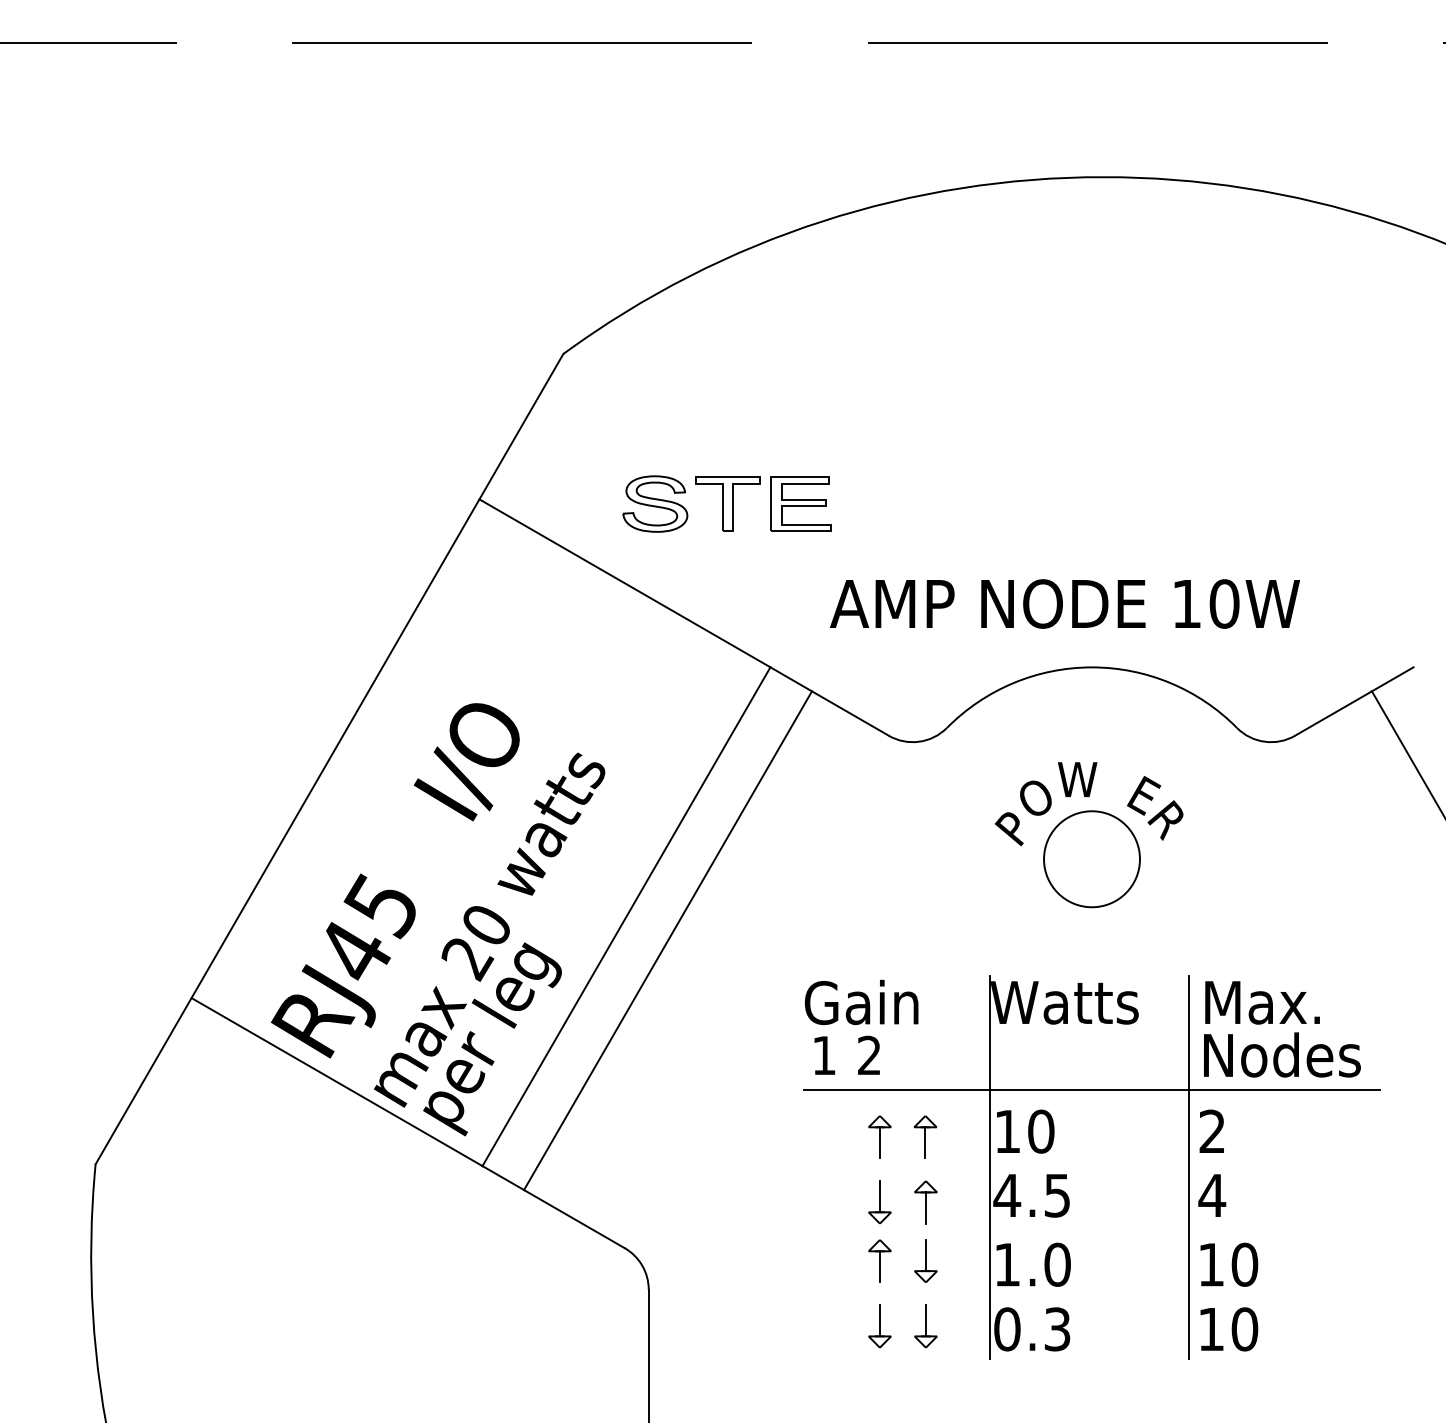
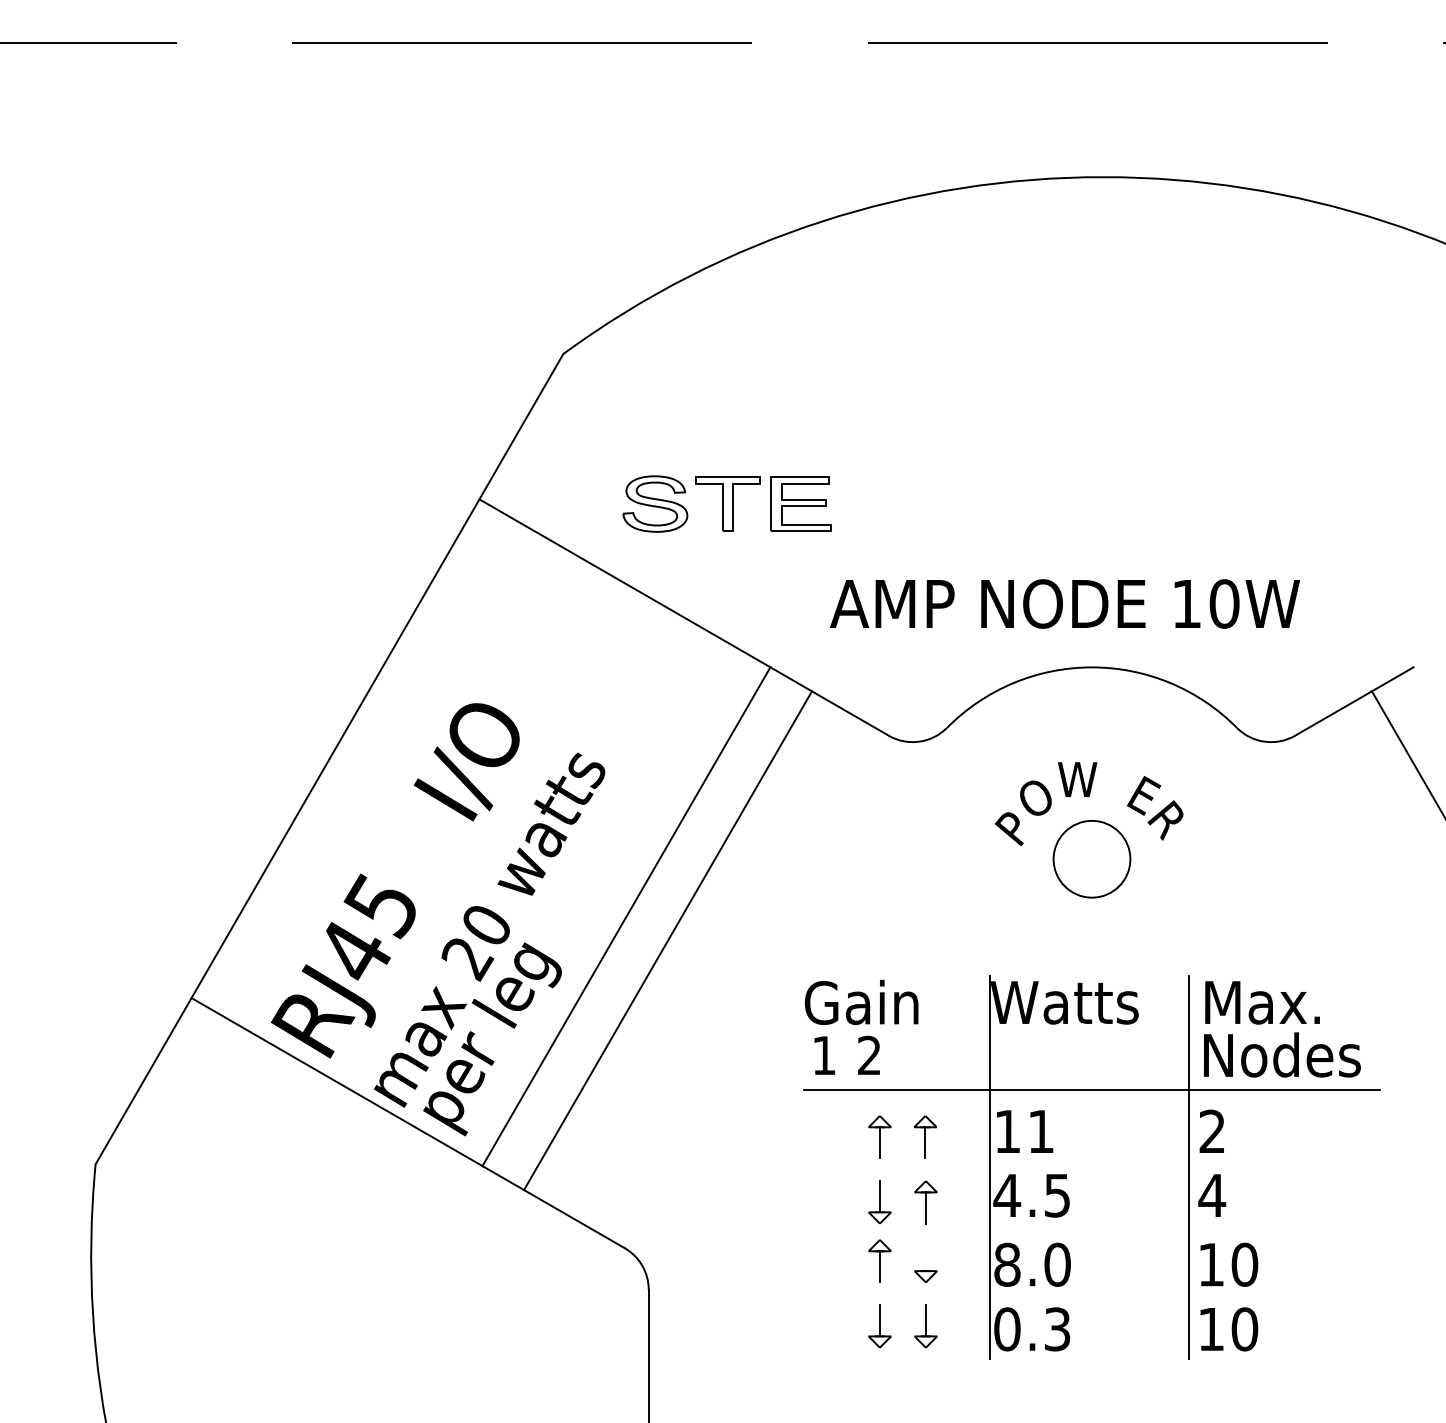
circle at (1091, 859) diameter: 96 px -> 77 px
text at (1041, 1131): 10 -> 11
line at (925, 1255): present -> none
text at (1007, 1264): 1.0 -> 8.0
